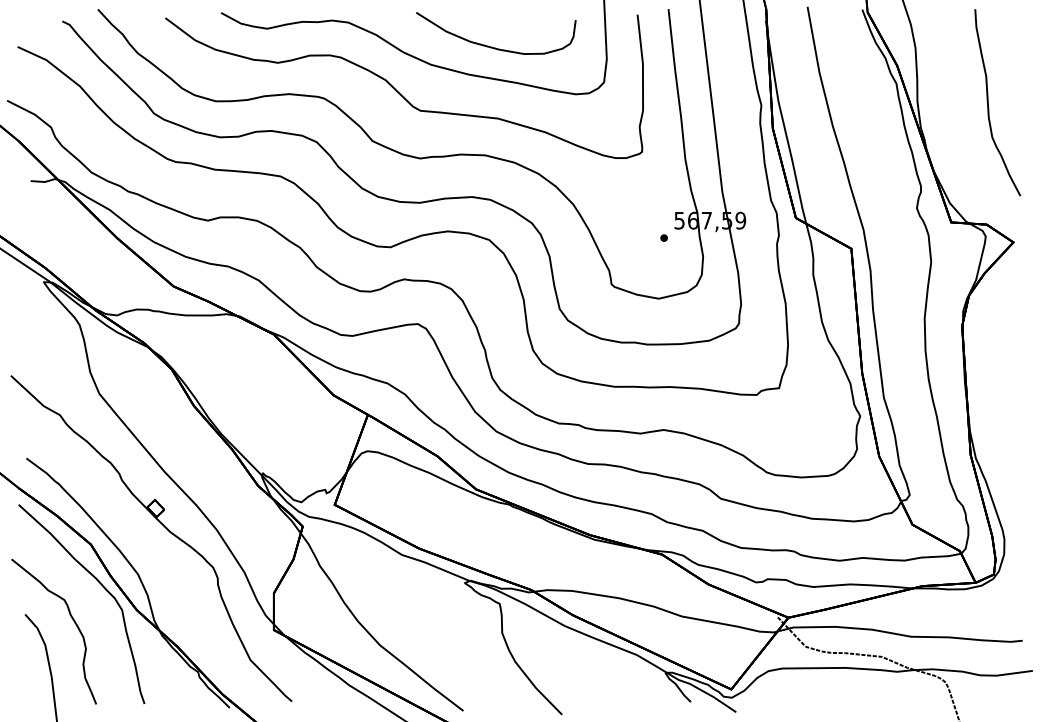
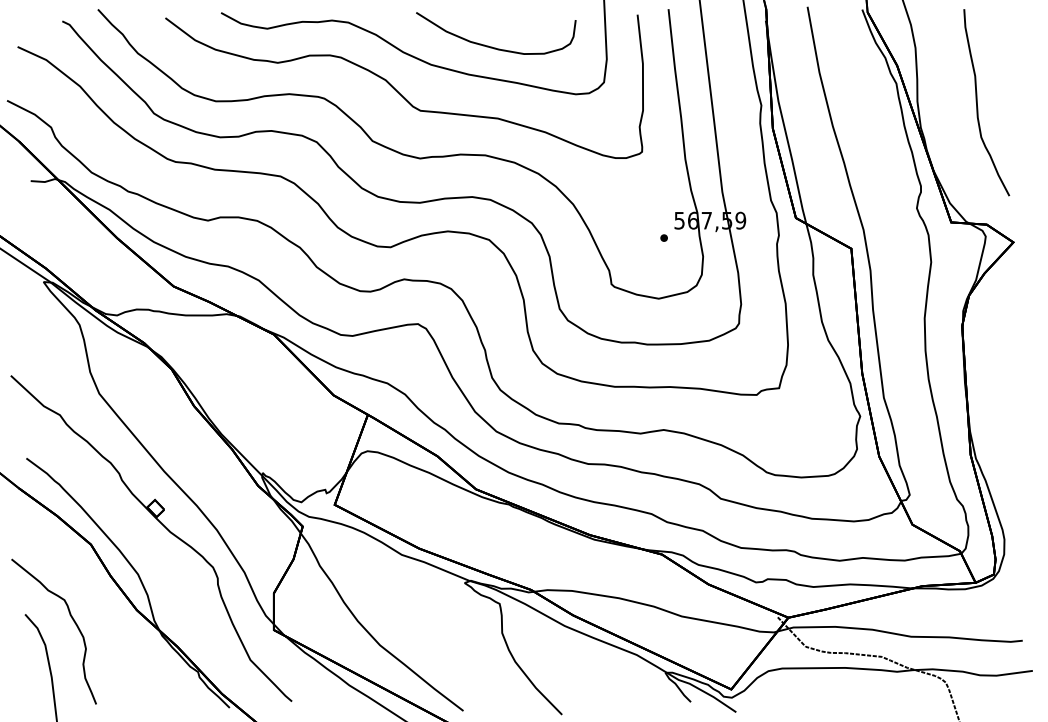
curve at (988, 102) position: (988, 102) -> (977, 102)
curve at (103, 588): present -> none
